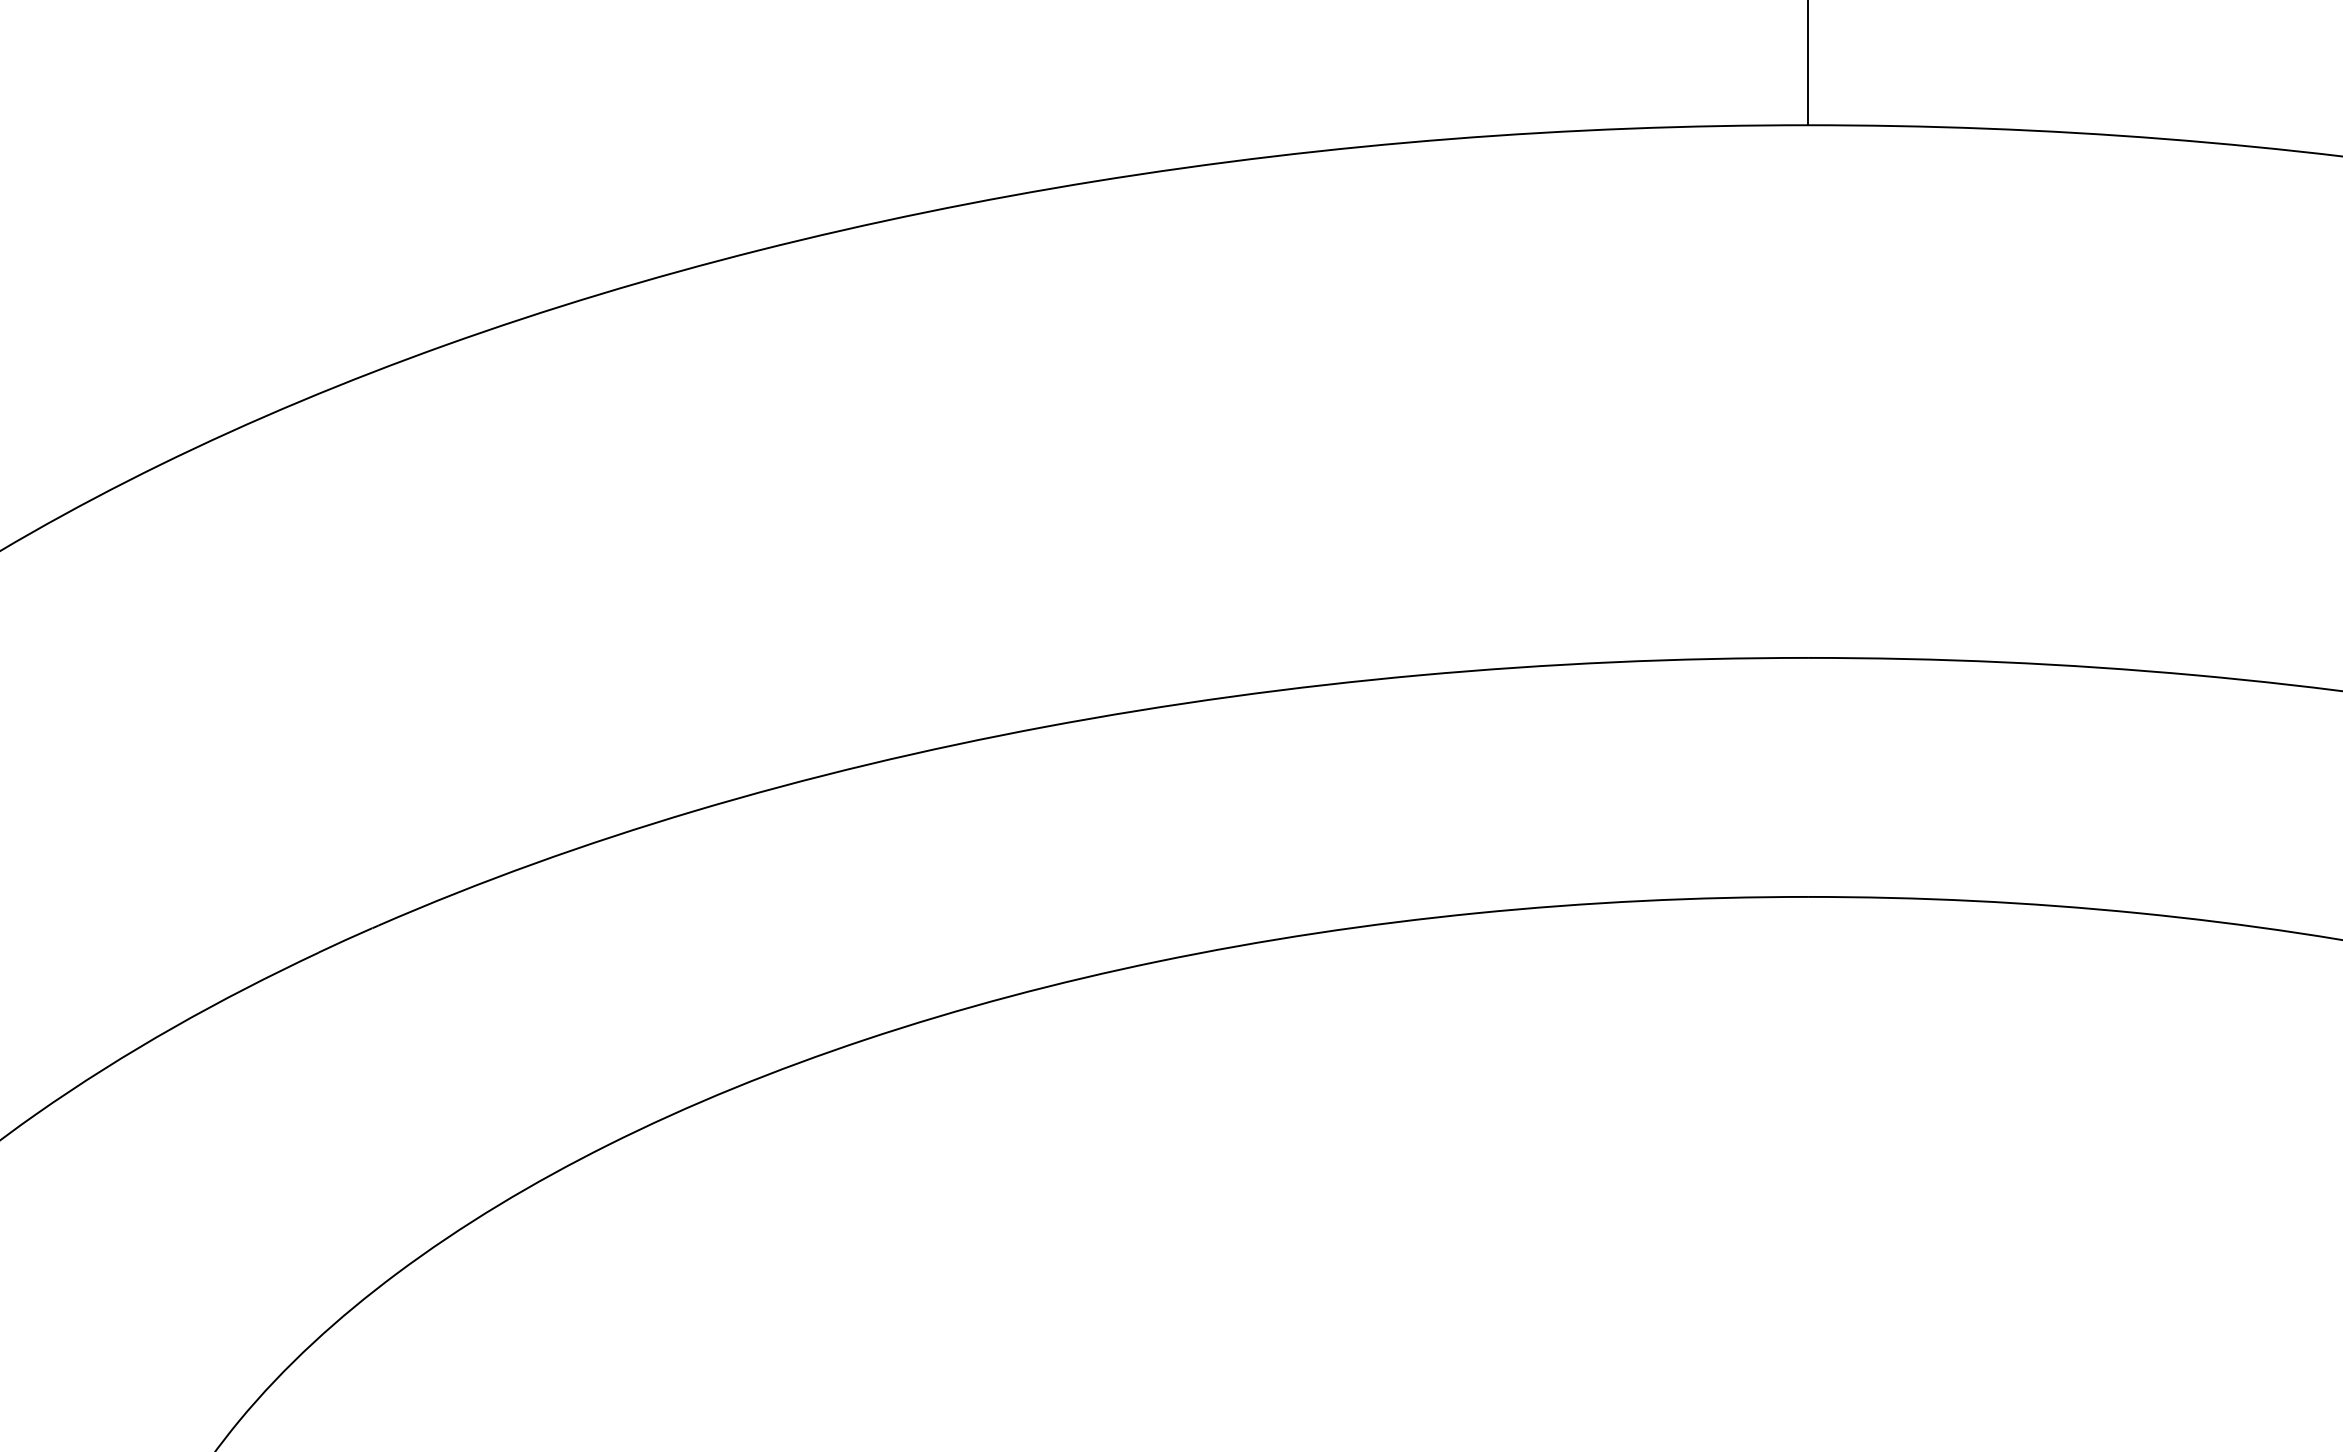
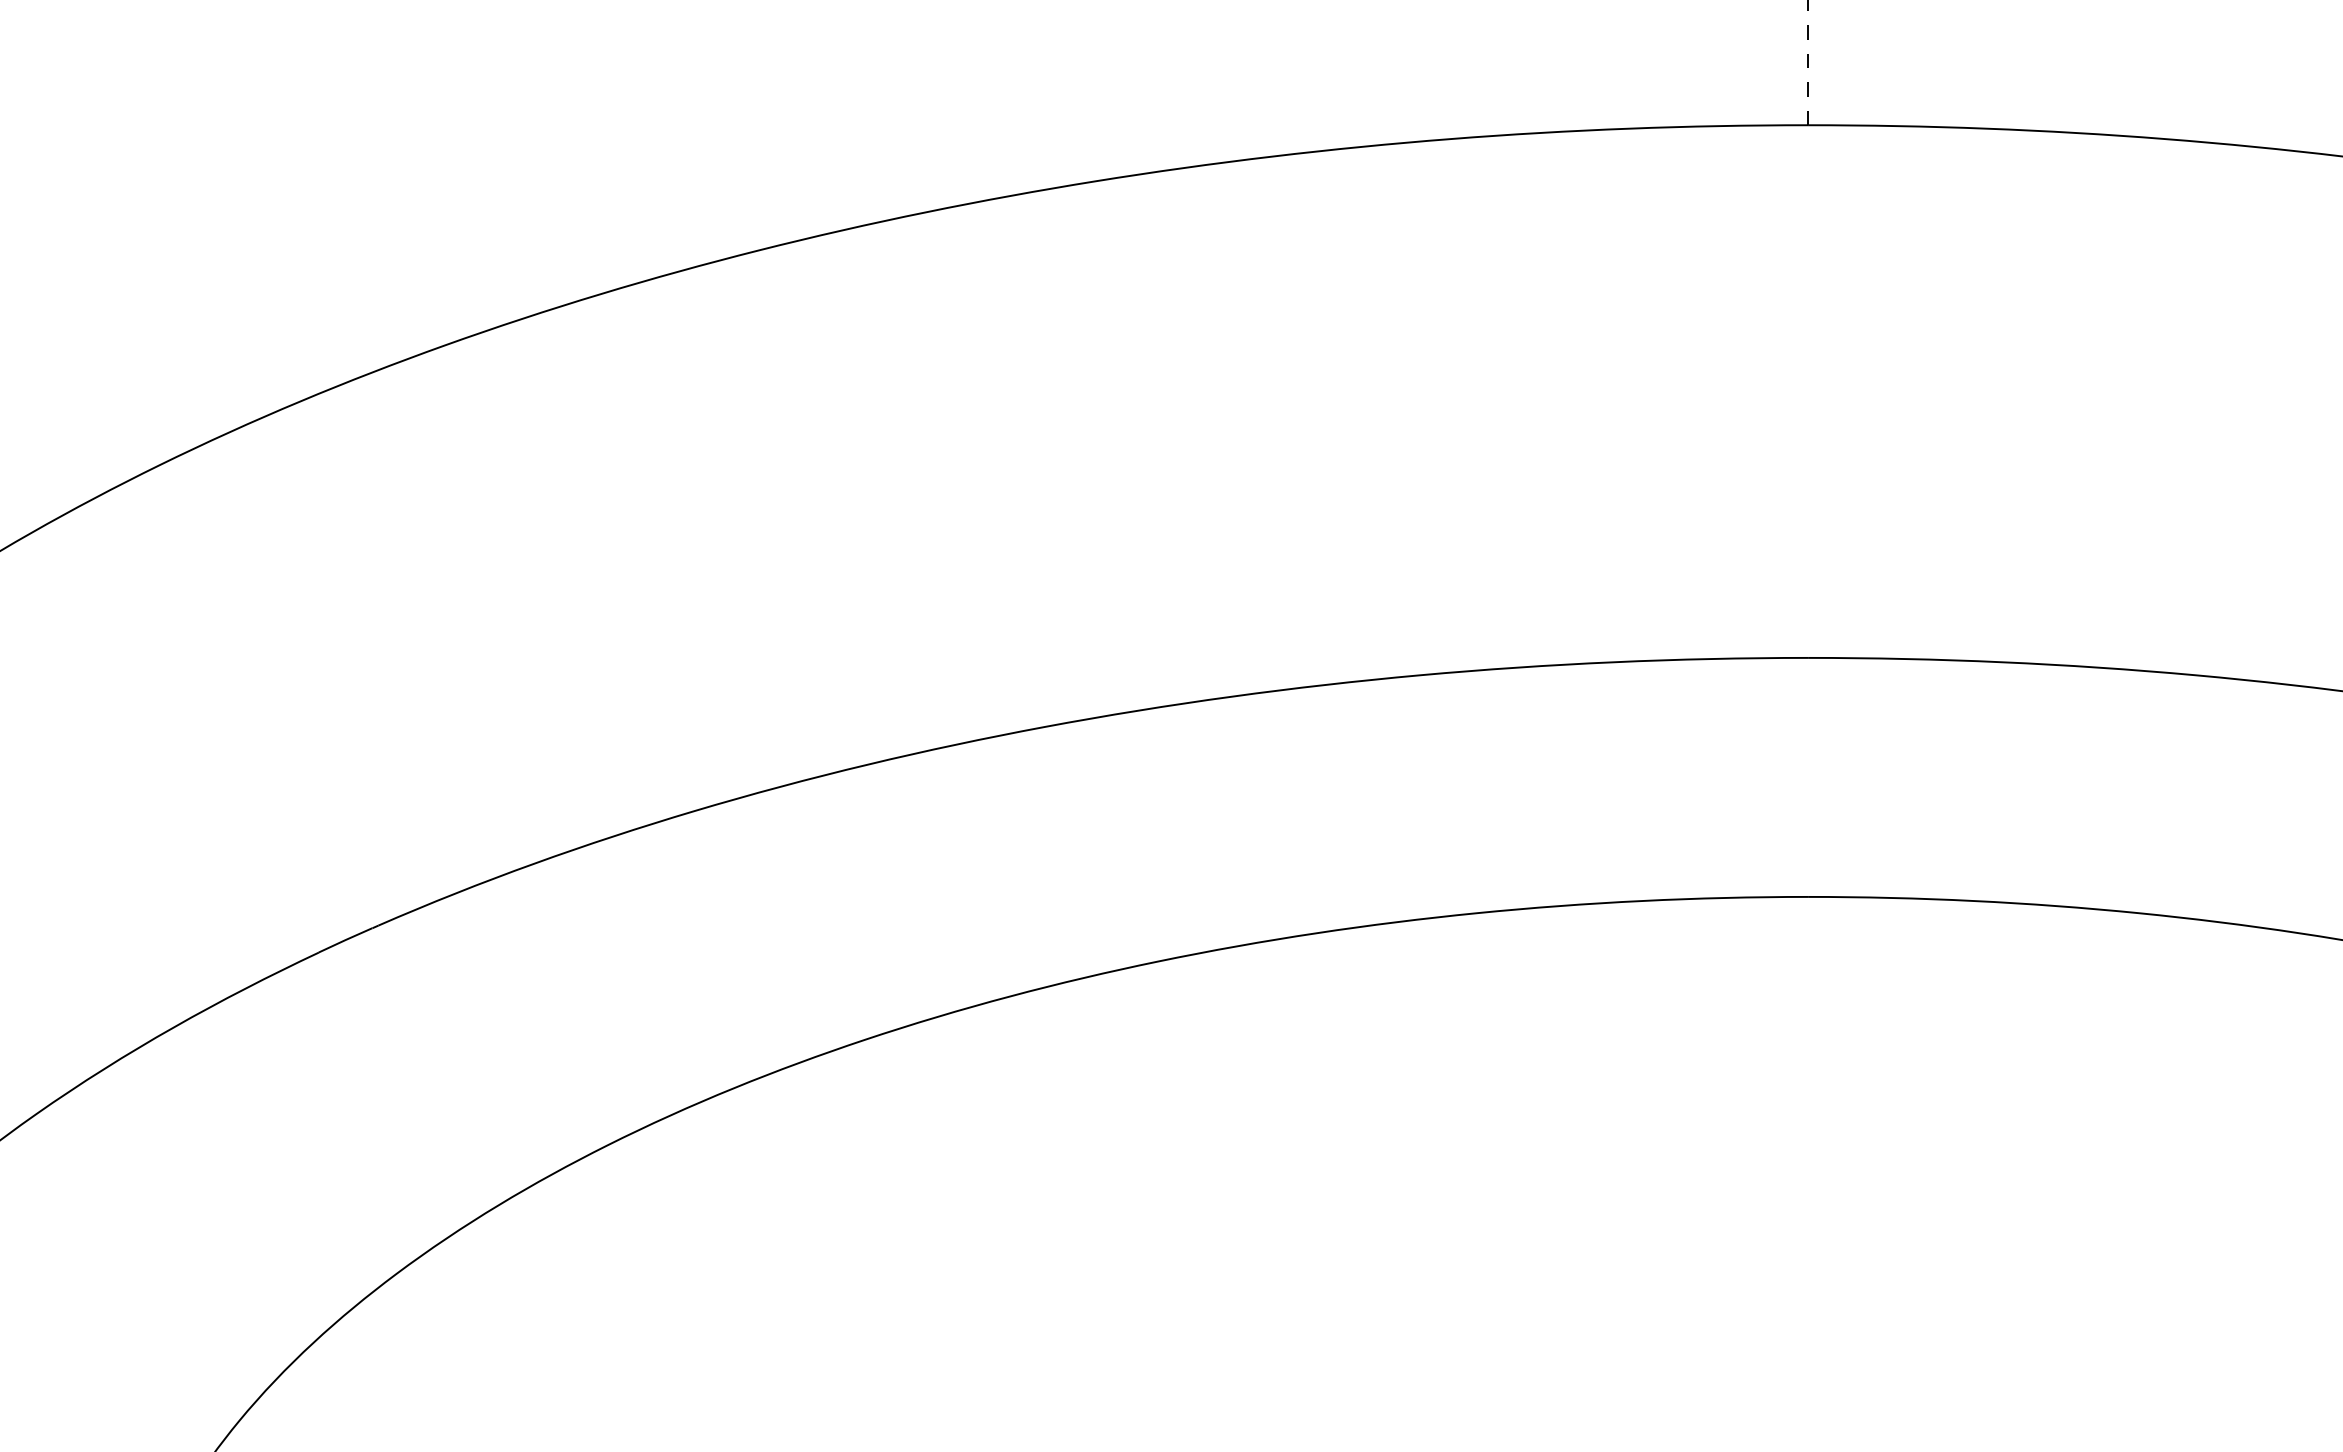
line at (1808, 62): solid -> dashed
